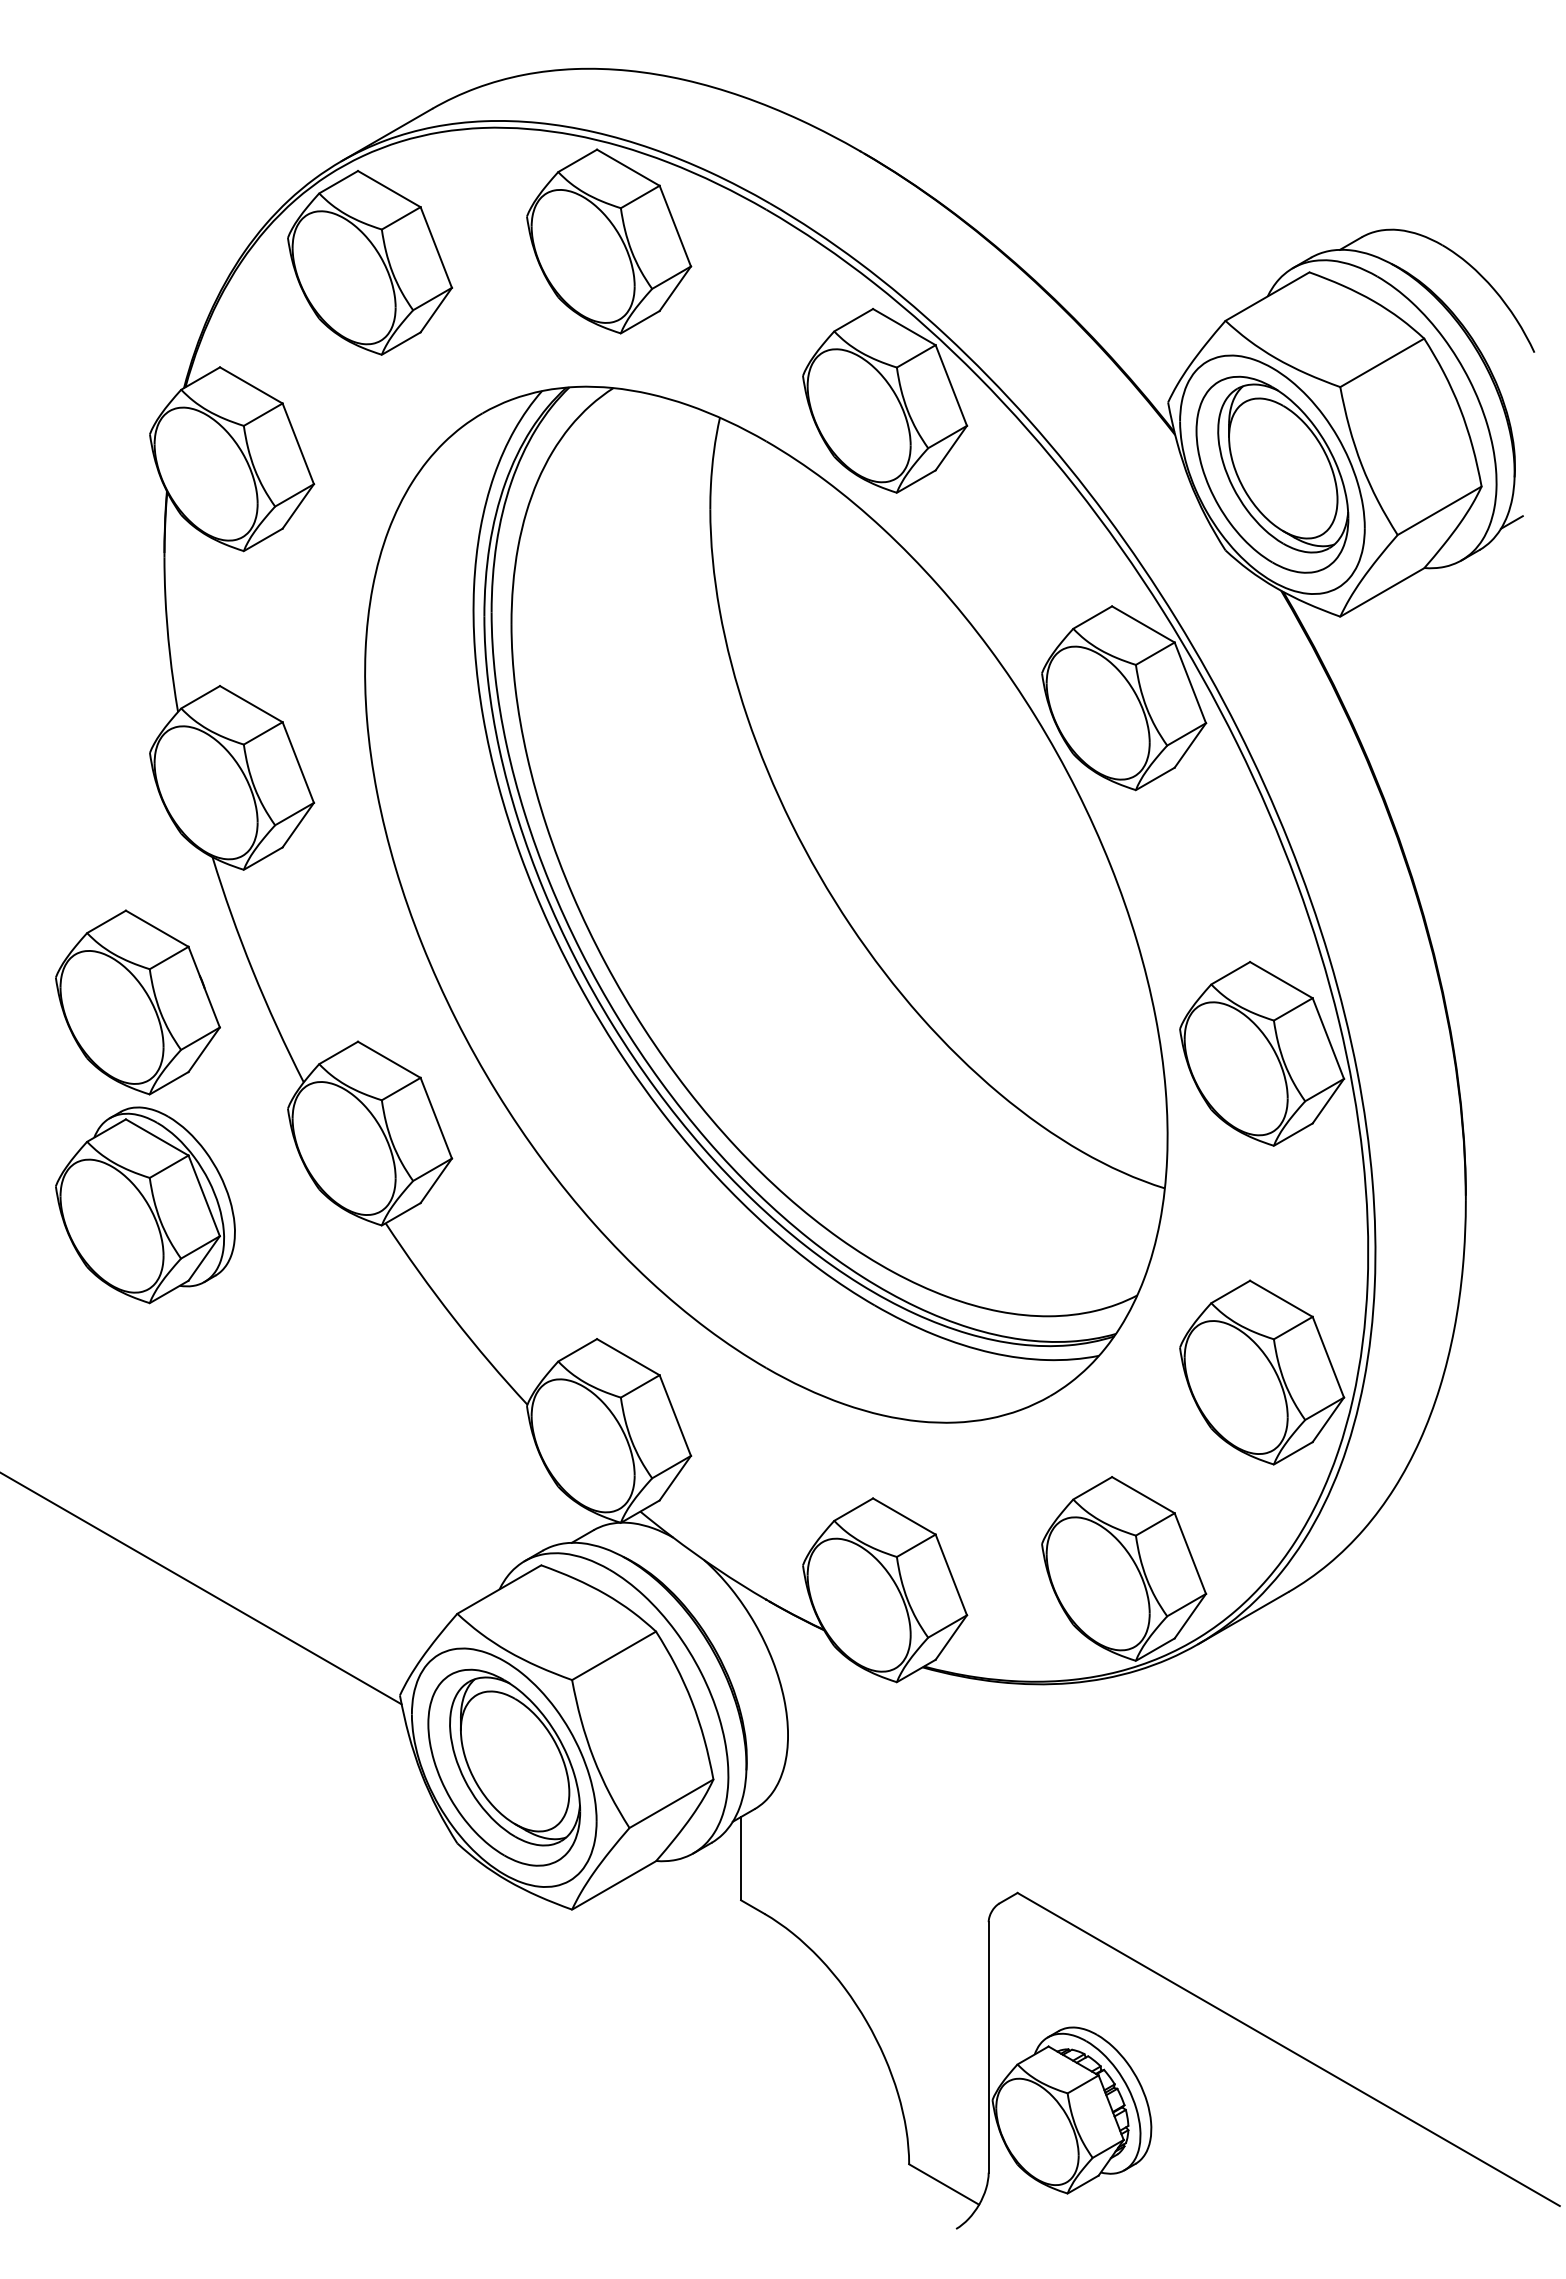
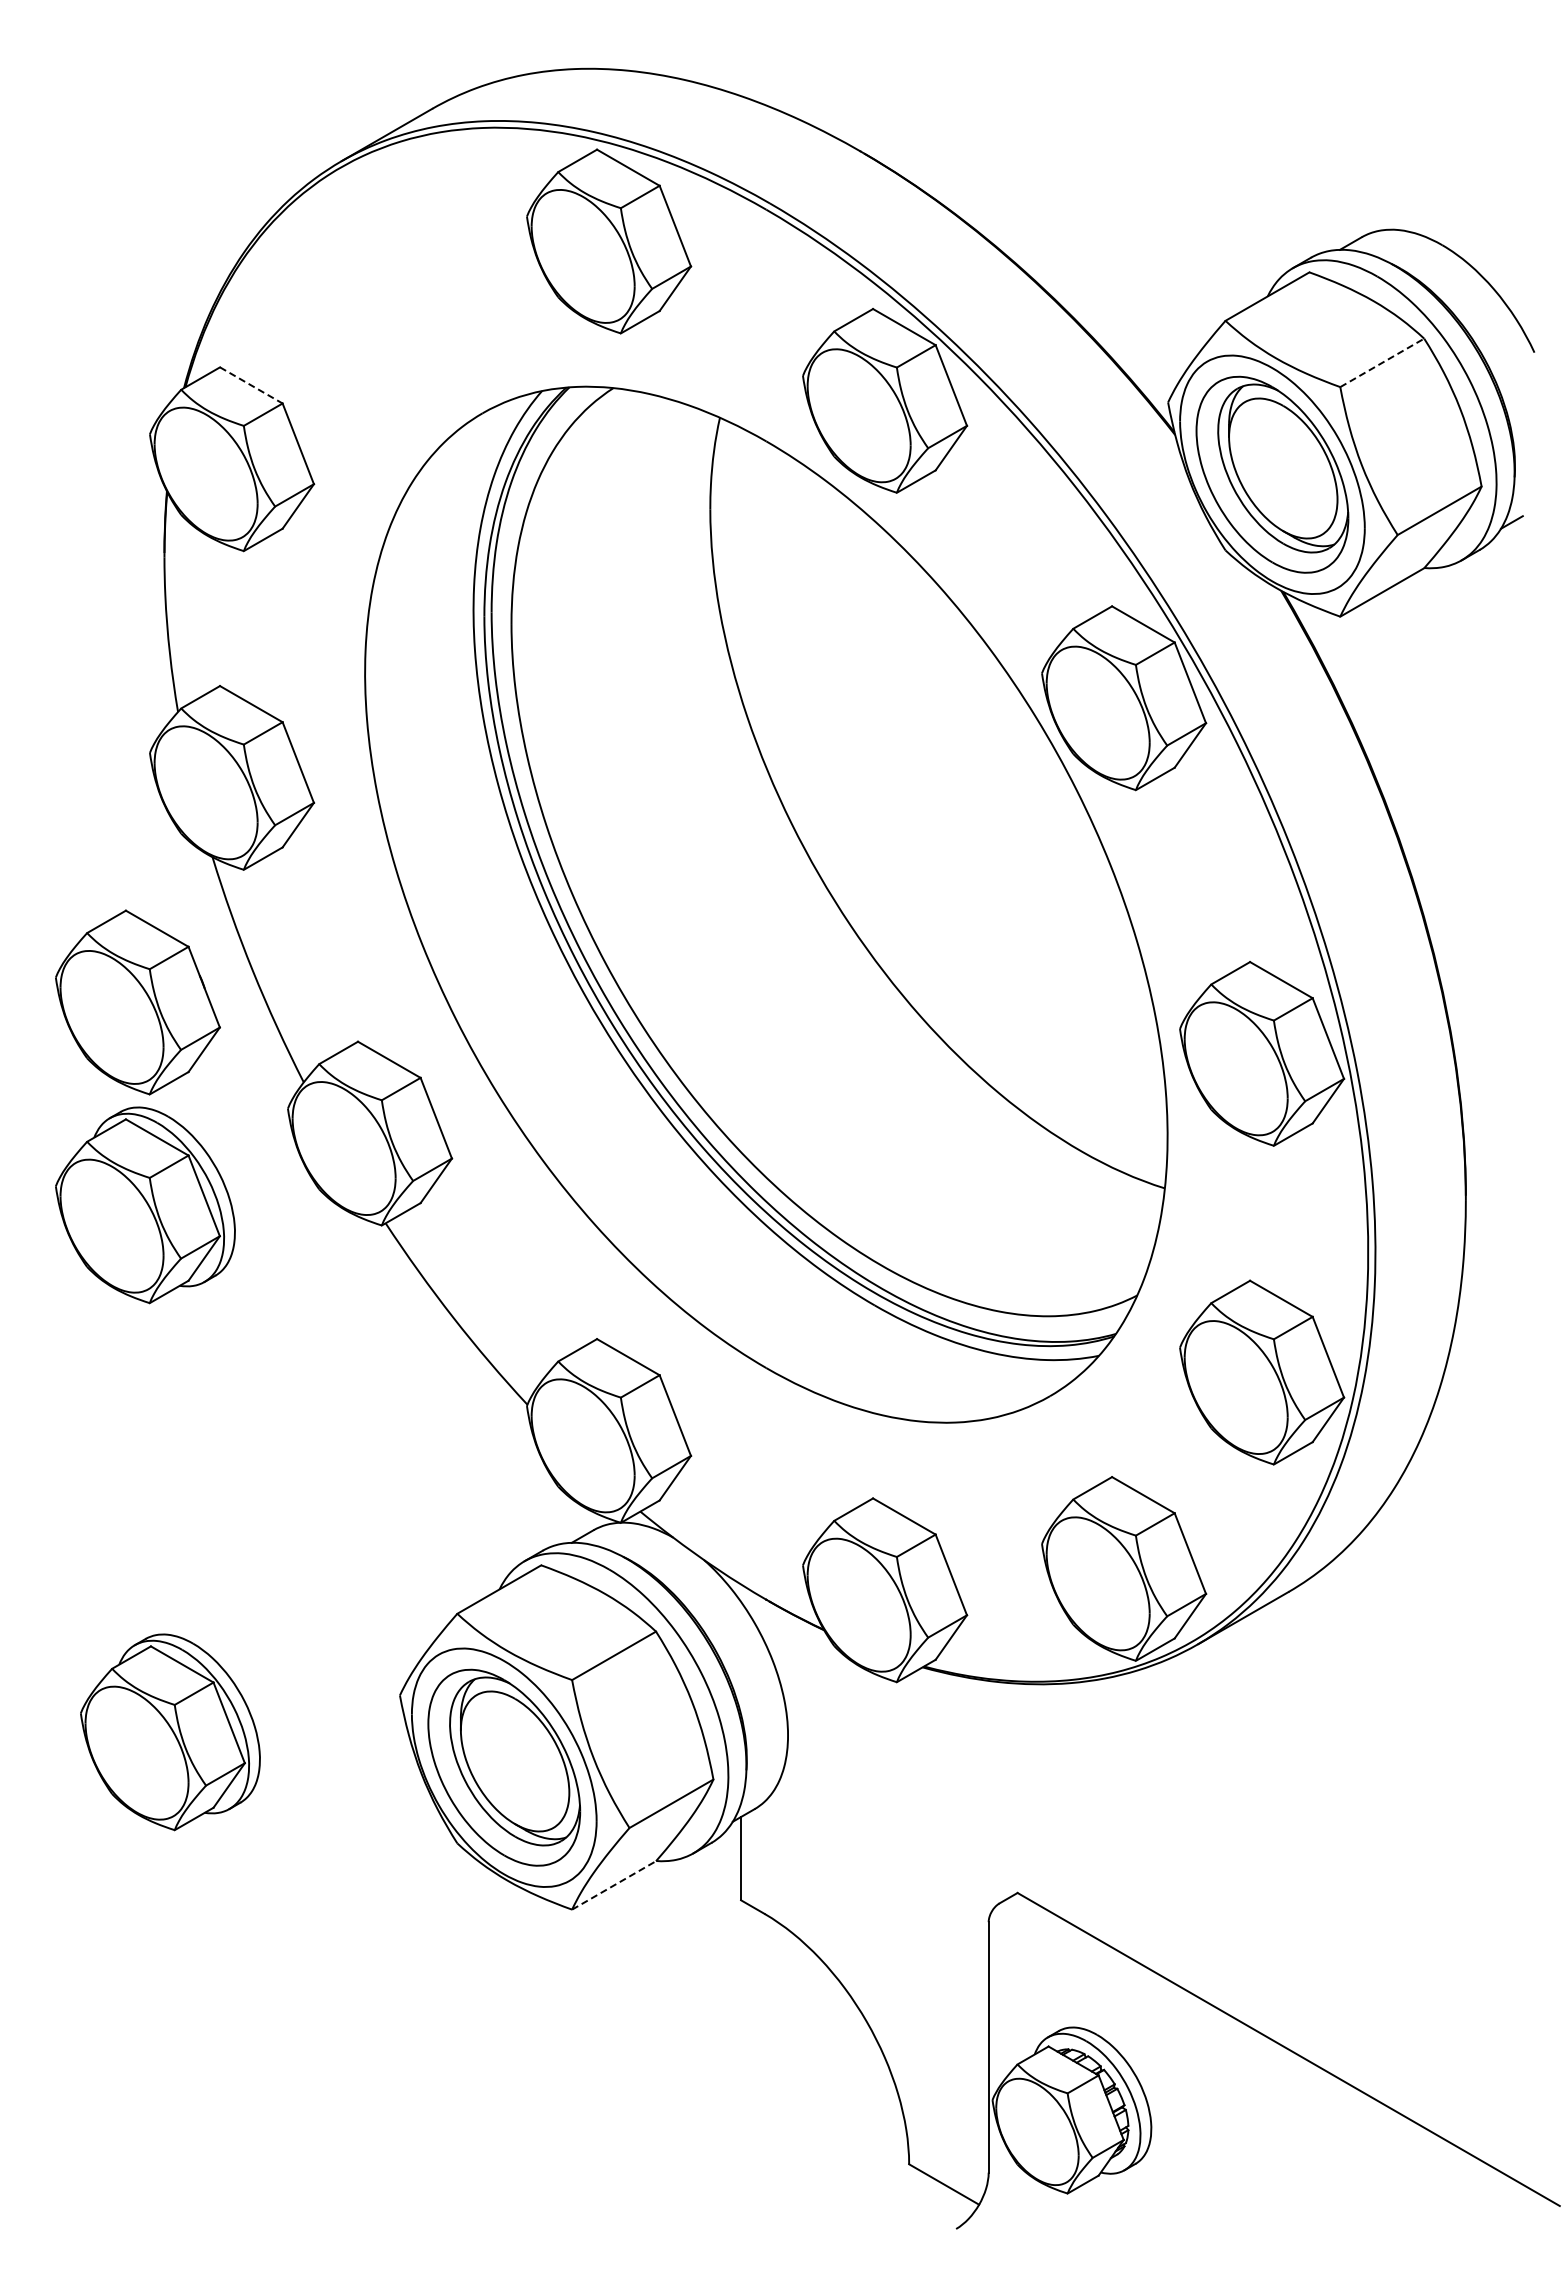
part at (370, 262): present -> none
line at (1382, 362): solid -> dashed
line at (251, 385): solid -> dashed
line at (201, 1589): present -> none
part at (170, 1732): none -> present
line at (614, 1885): solid -> dashed
